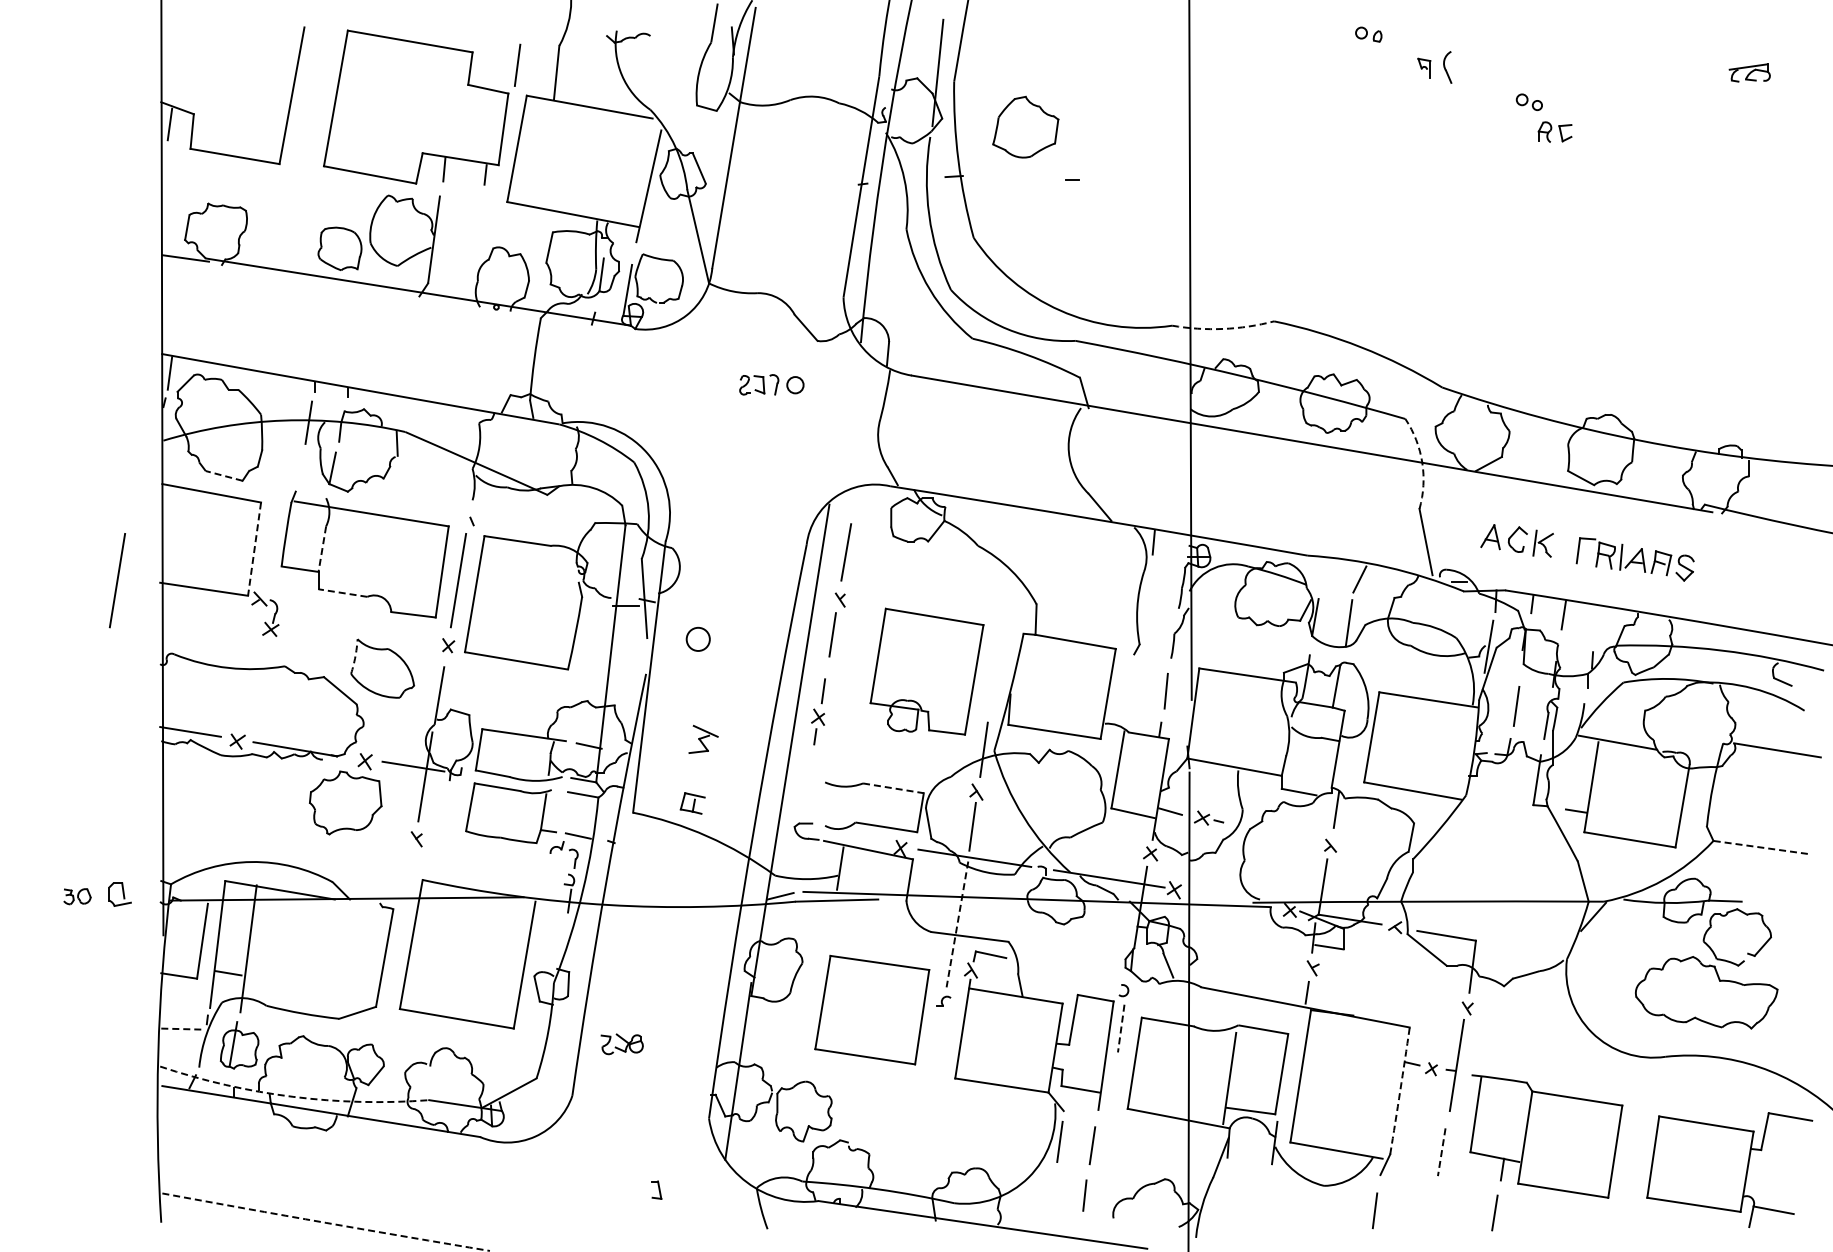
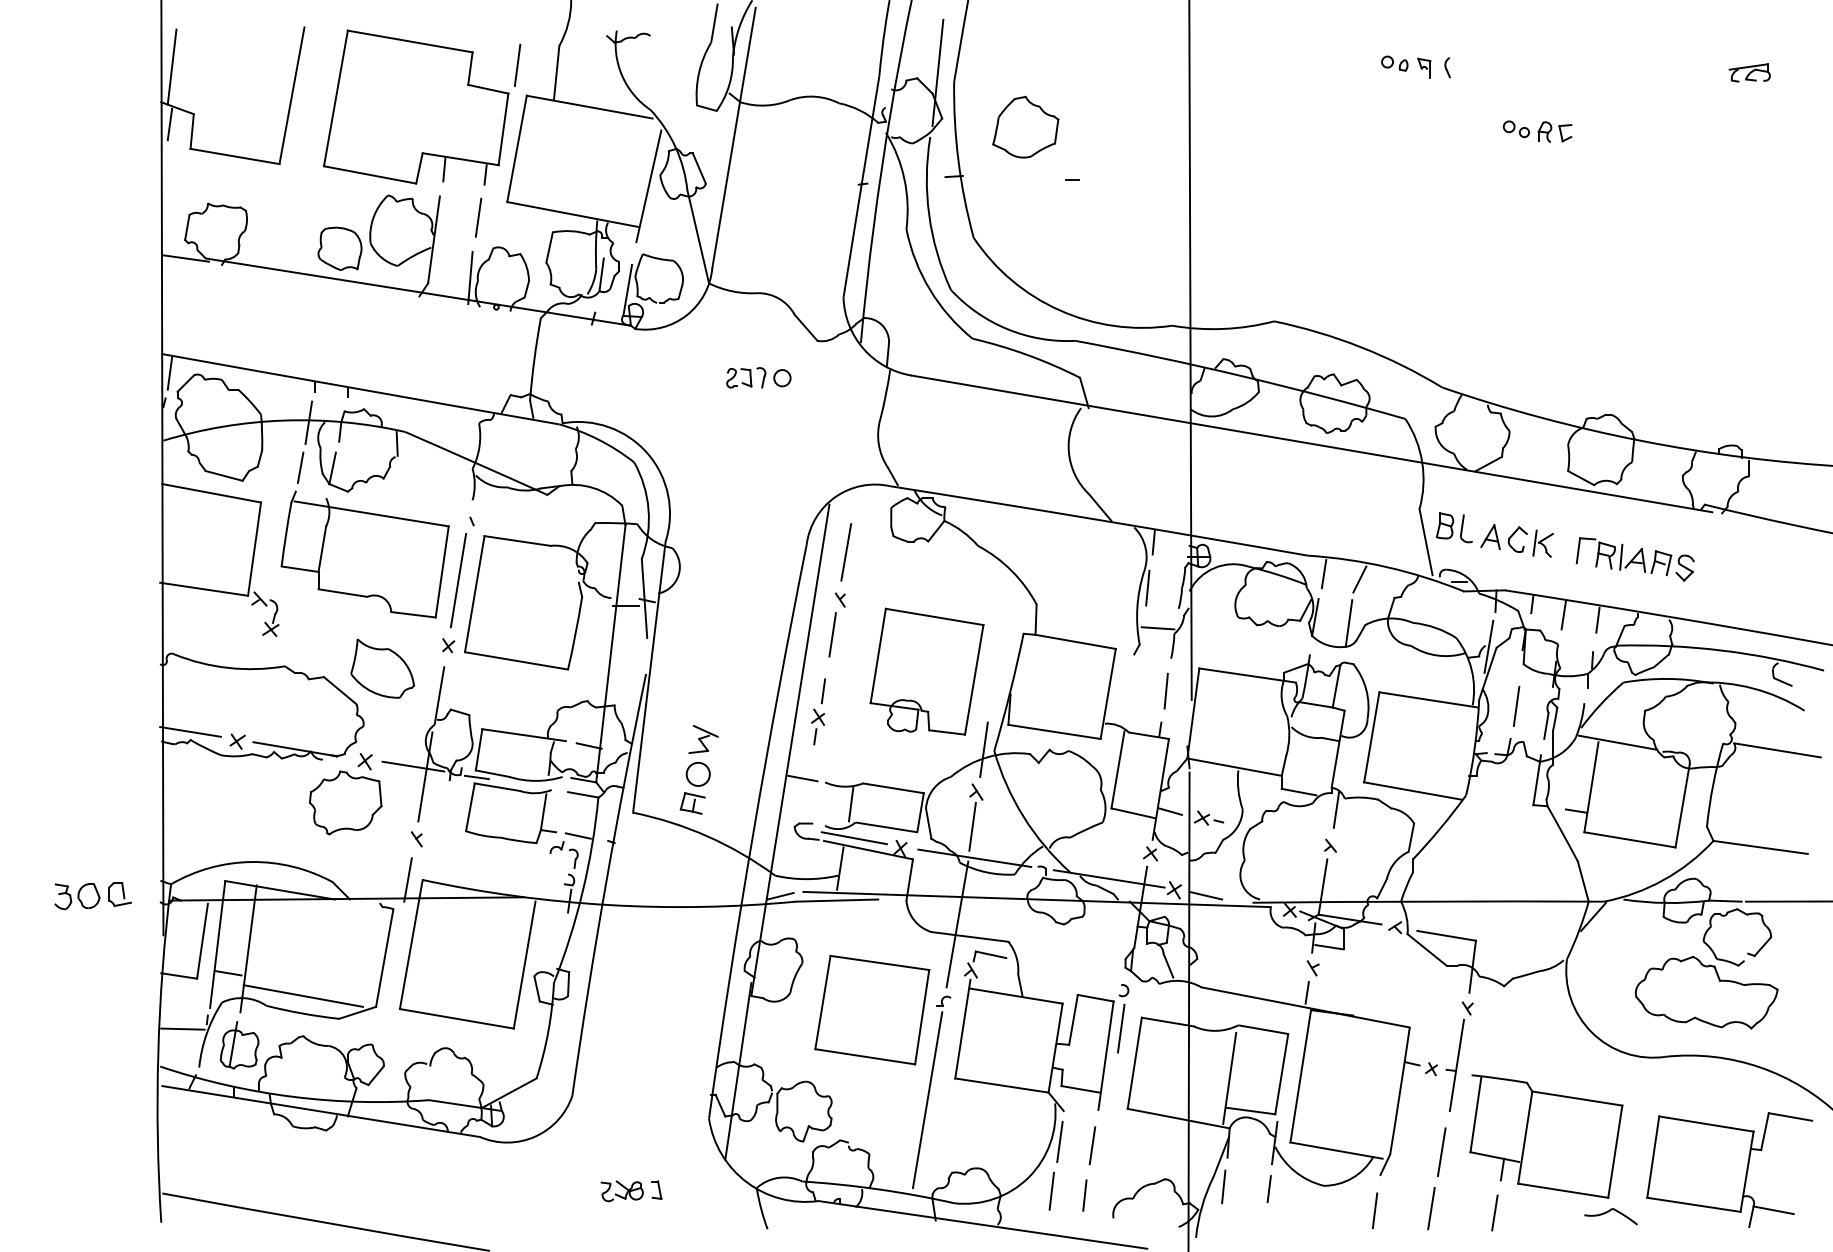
part at (1368, 34) position: (1368, 34) -> (1394, 63)
line at (171, 66): none -> present
part at (1447, 67) size: 10x33 px -> 7x22 px
part at (1528, 101) position: (1528, 101) -> (1515, 128)
line at (478, 217): none -> present
line at (470, 277): none -> present
arc at (1223, 328): dashed -> solid
part at (771, 384) position: (771, 384) -> (758, 377)
arc at (1422, 462): dashed -> solid
line at (300, 467): none -> present
line at (223, 475): dashed -> solid
part at (1453, 527): none -> present
line at (254, 549): dashed -> solid
line at (322, 549): dashed -> solid
line at (1323, 574): none -> present
line at (117, 580): present -> none
line at (1147, 587): none -> present
line at (342, 593): dashed -> solid
line at (1597, 619): none -> present
line at (1157, 628): none -> present
circle at (697, 638) position: (697, 638) -> (697, 773)
arc at (355, 656): dashed -> solid
line at (476, 777): none -> present
line at (802, 778): none -> present
line at (893, 788): dashed -> solid
line at (850, 804): none -> present
line at (853, 838): none -> present
line at (1760, 847): dashed -> solid
line at (407, 879): none -> present
line at (1205, 895): none -> present
part at (77, 896) size: 29x18 px -> 47x28 px
line at (1787, 901): none -> present
line at (957, 924): dashed -> solid
line at (303, 995): none -> present
line at (182, 1029): dashed -> solid
line at (1121, 1029): dashed -> solid
part at (621, 1044) position: (621, 1044) -> (621, 1191)
arc at (1400, 1090): dashed -> solid
arc at (293, 1096): dashed -> solid
line at (927, 1100): none -> present
line at (1441, 1152): dashed -> solid
line at (1223, 1186): none -> present
line at (1268, 1188): none -> present
line at (1051, 1190): none -> present
line at (1431, 1208): none -> present
part at (1610, 1216): none -> present
arc at (326, 1222): dashed -> solid
